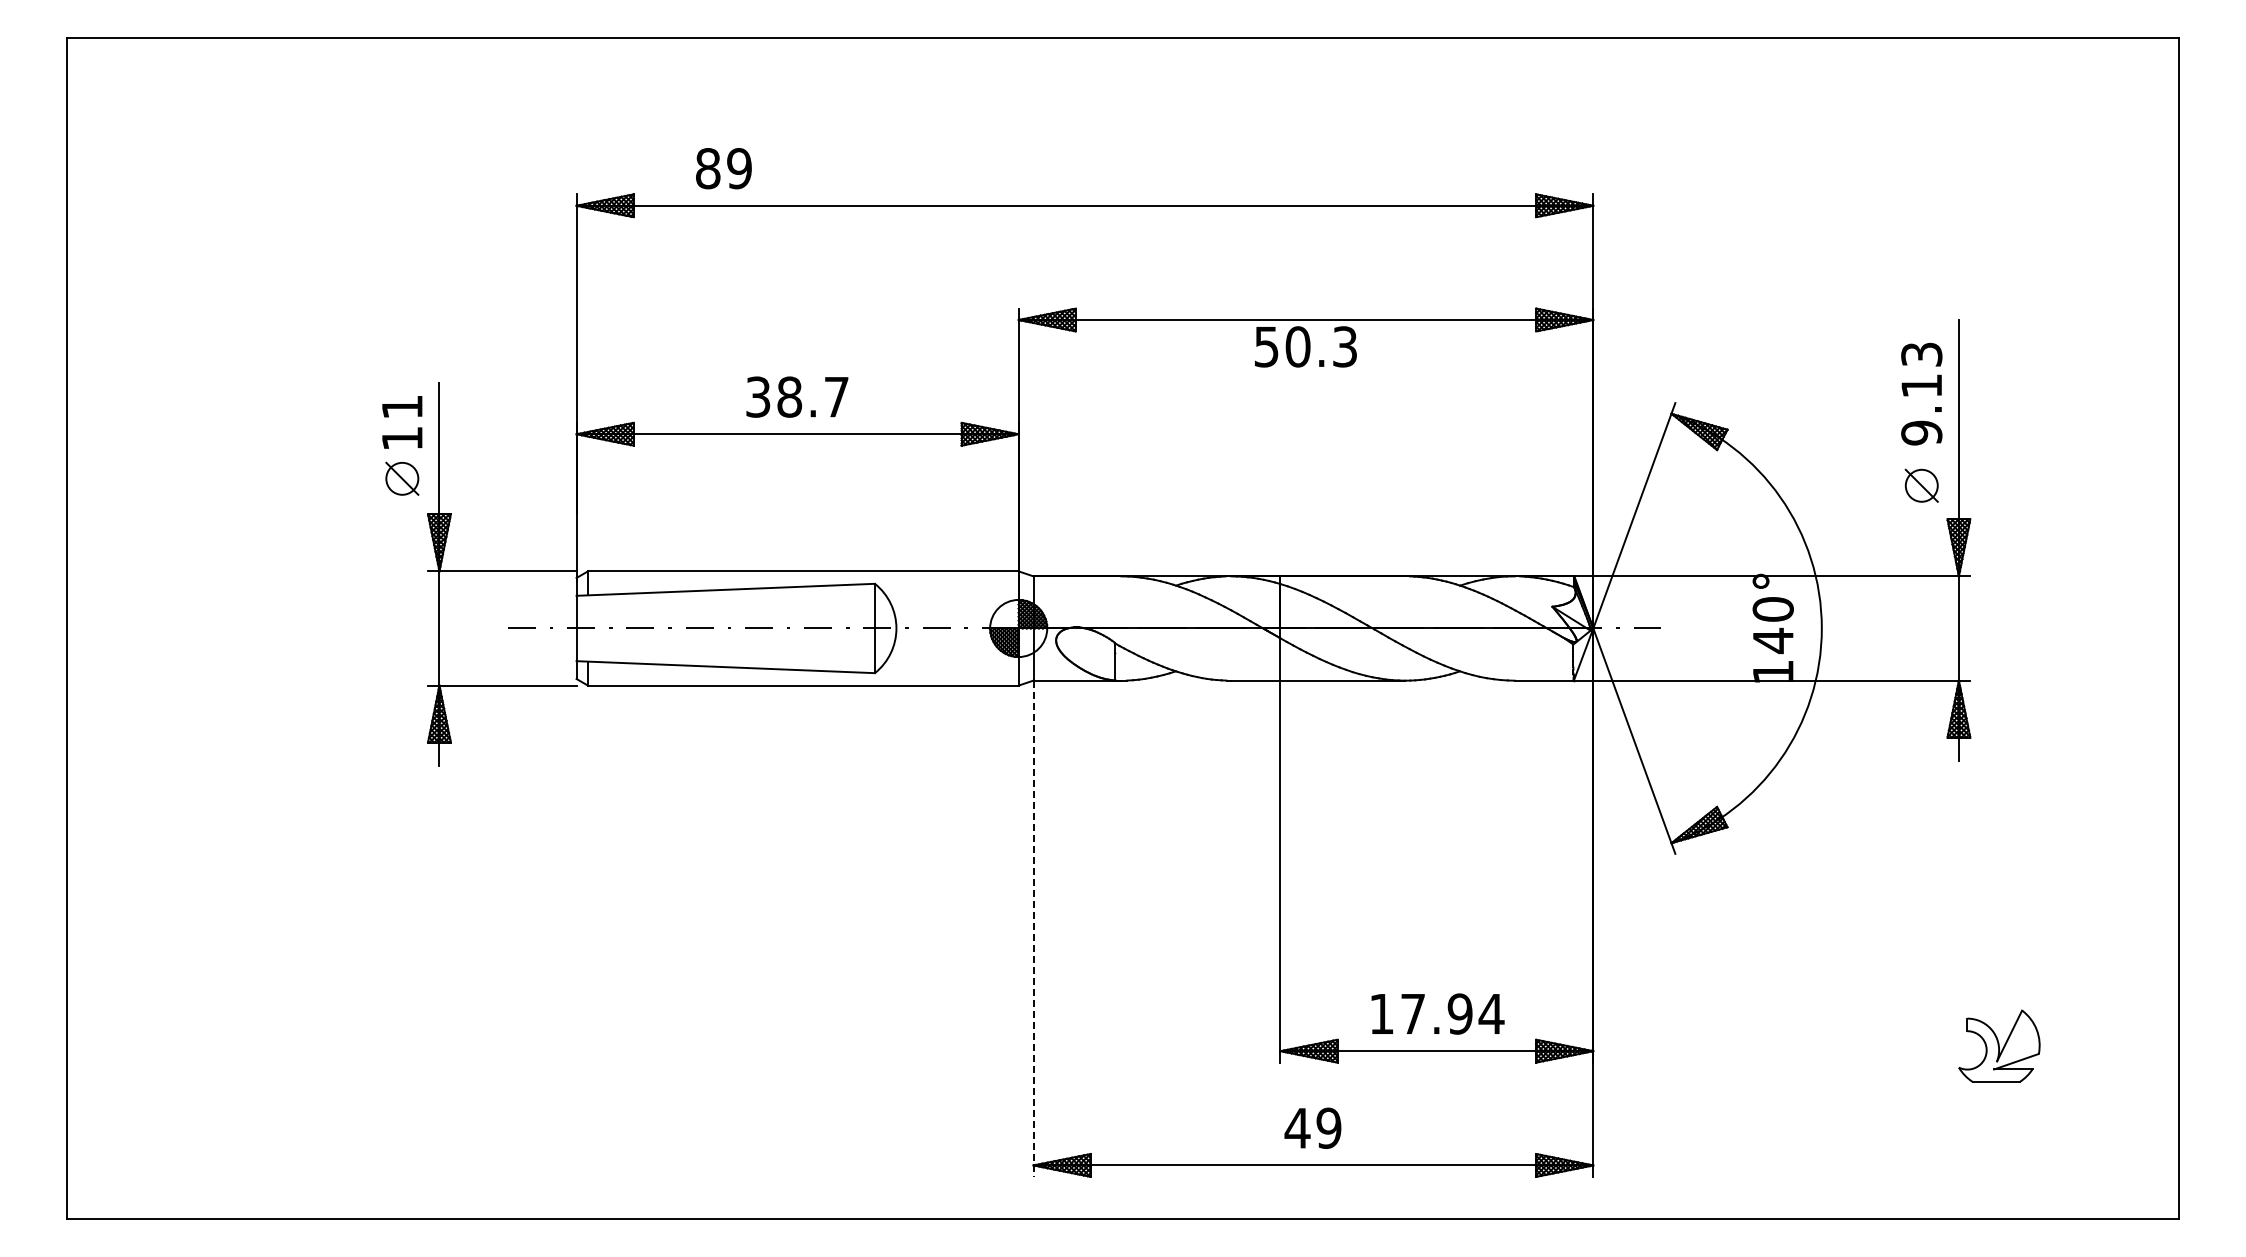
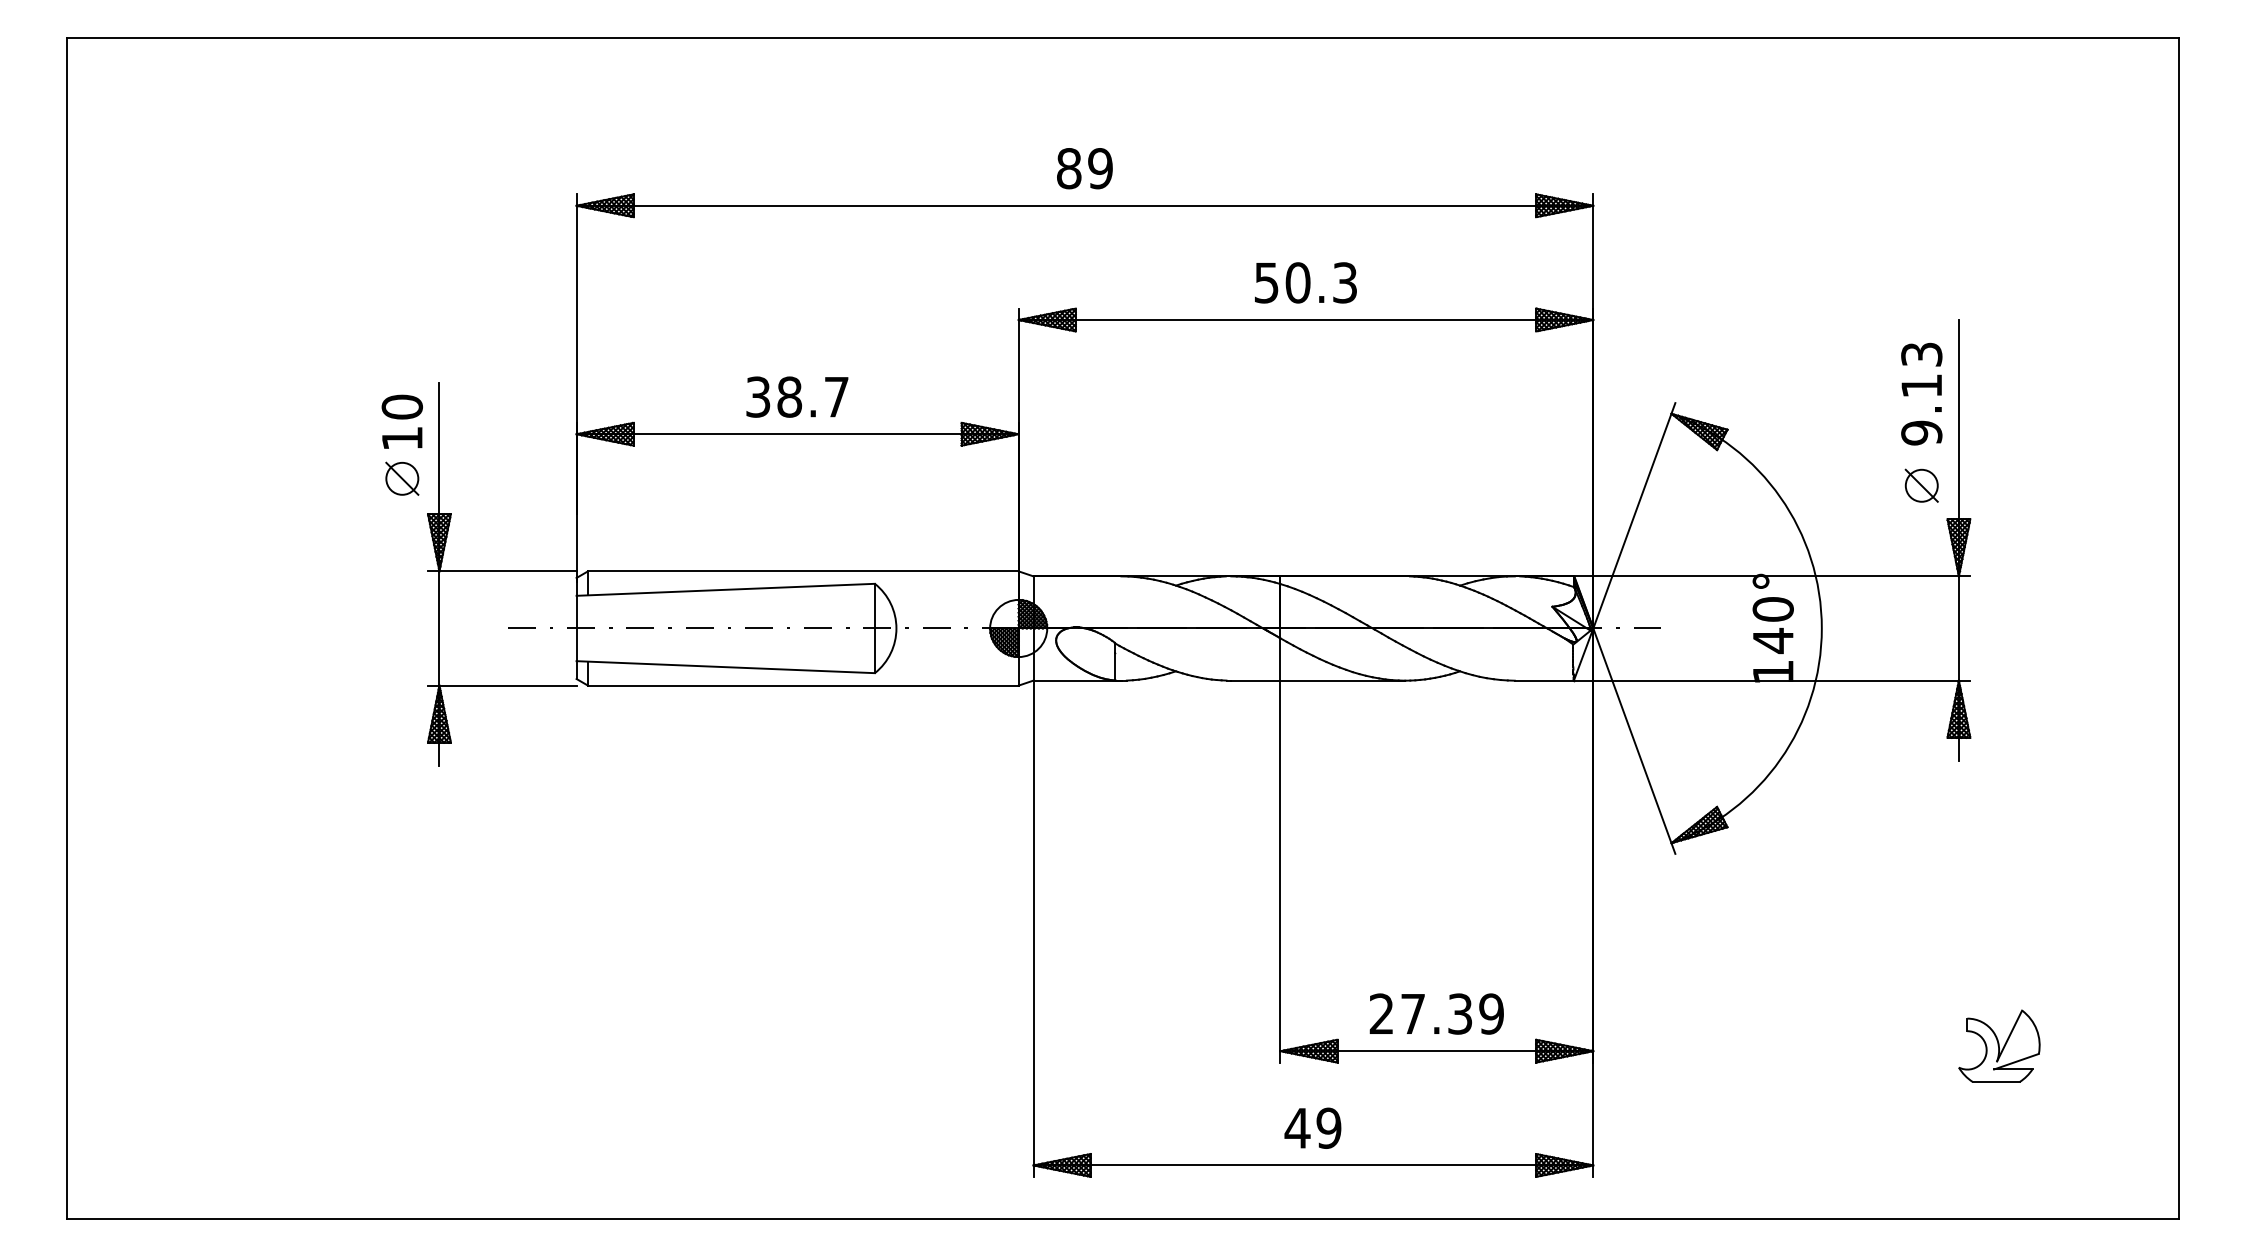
text at (723, 168) position: (723, 168) -> (1084, 168)
text at (1305, 346) position: (1305, 346) -> (1305, 282)
text at (401, 406): 11 -> 10
line at (1033, 929): dashed -> solid
text at (1436, 1013): 17.94 -> 27.39
